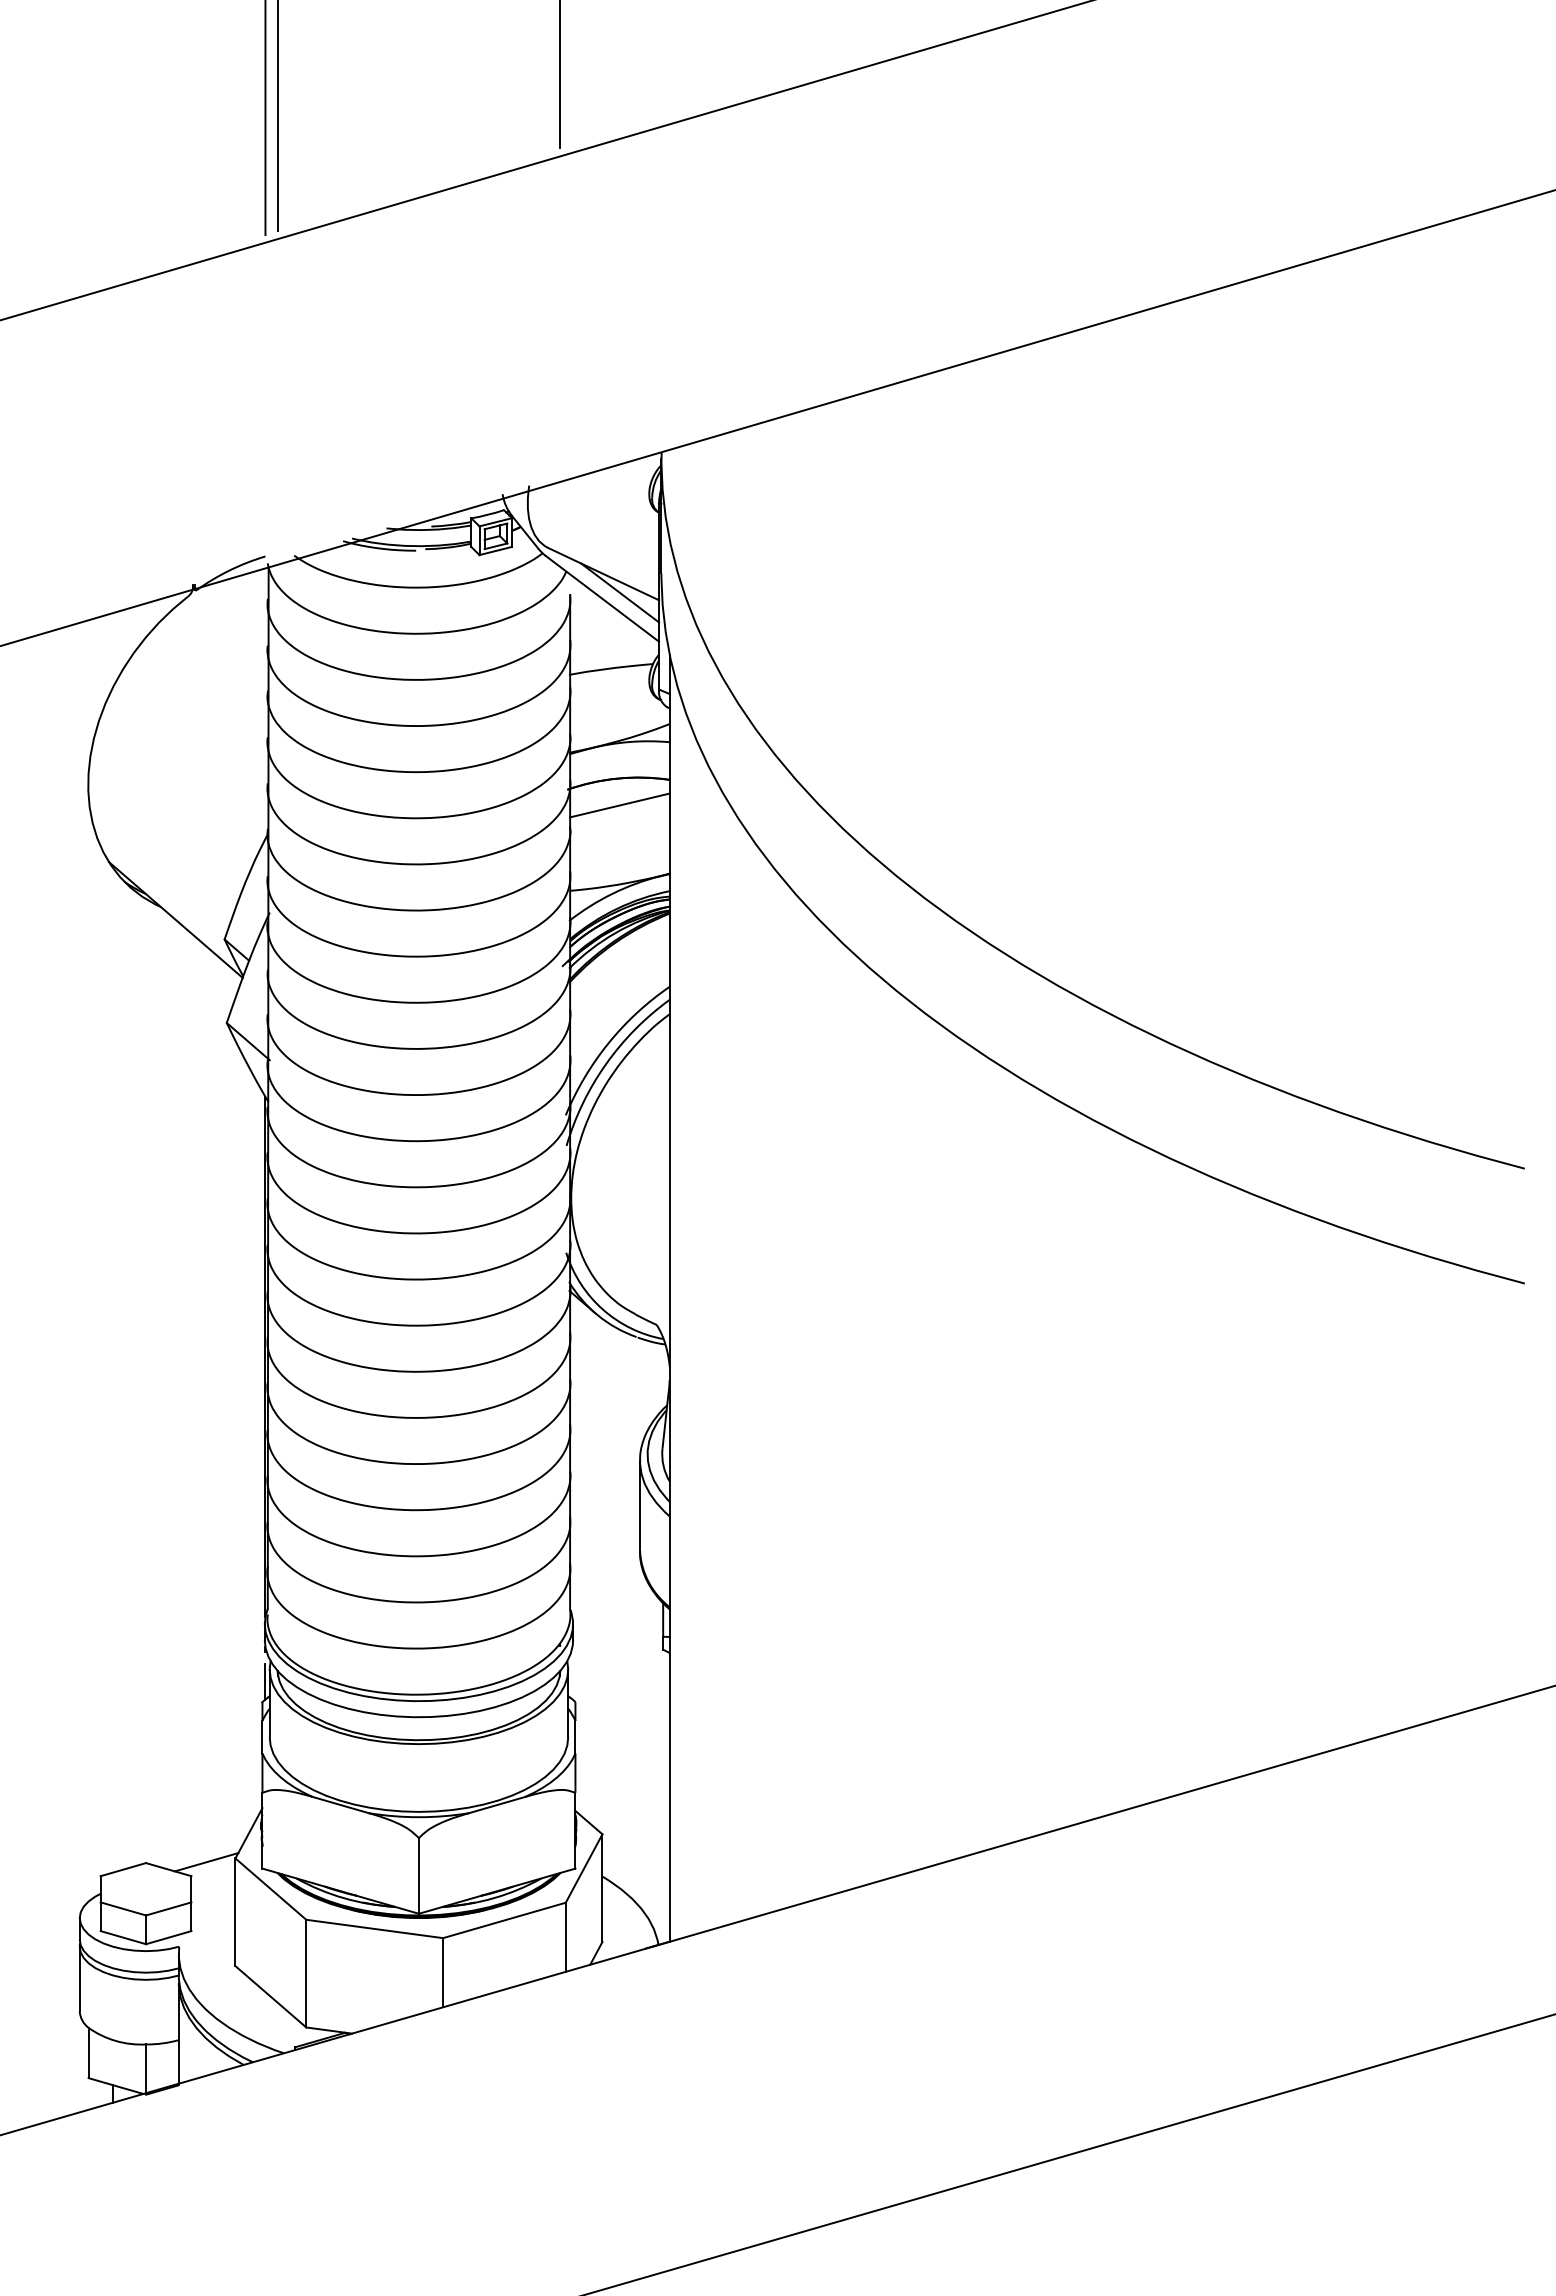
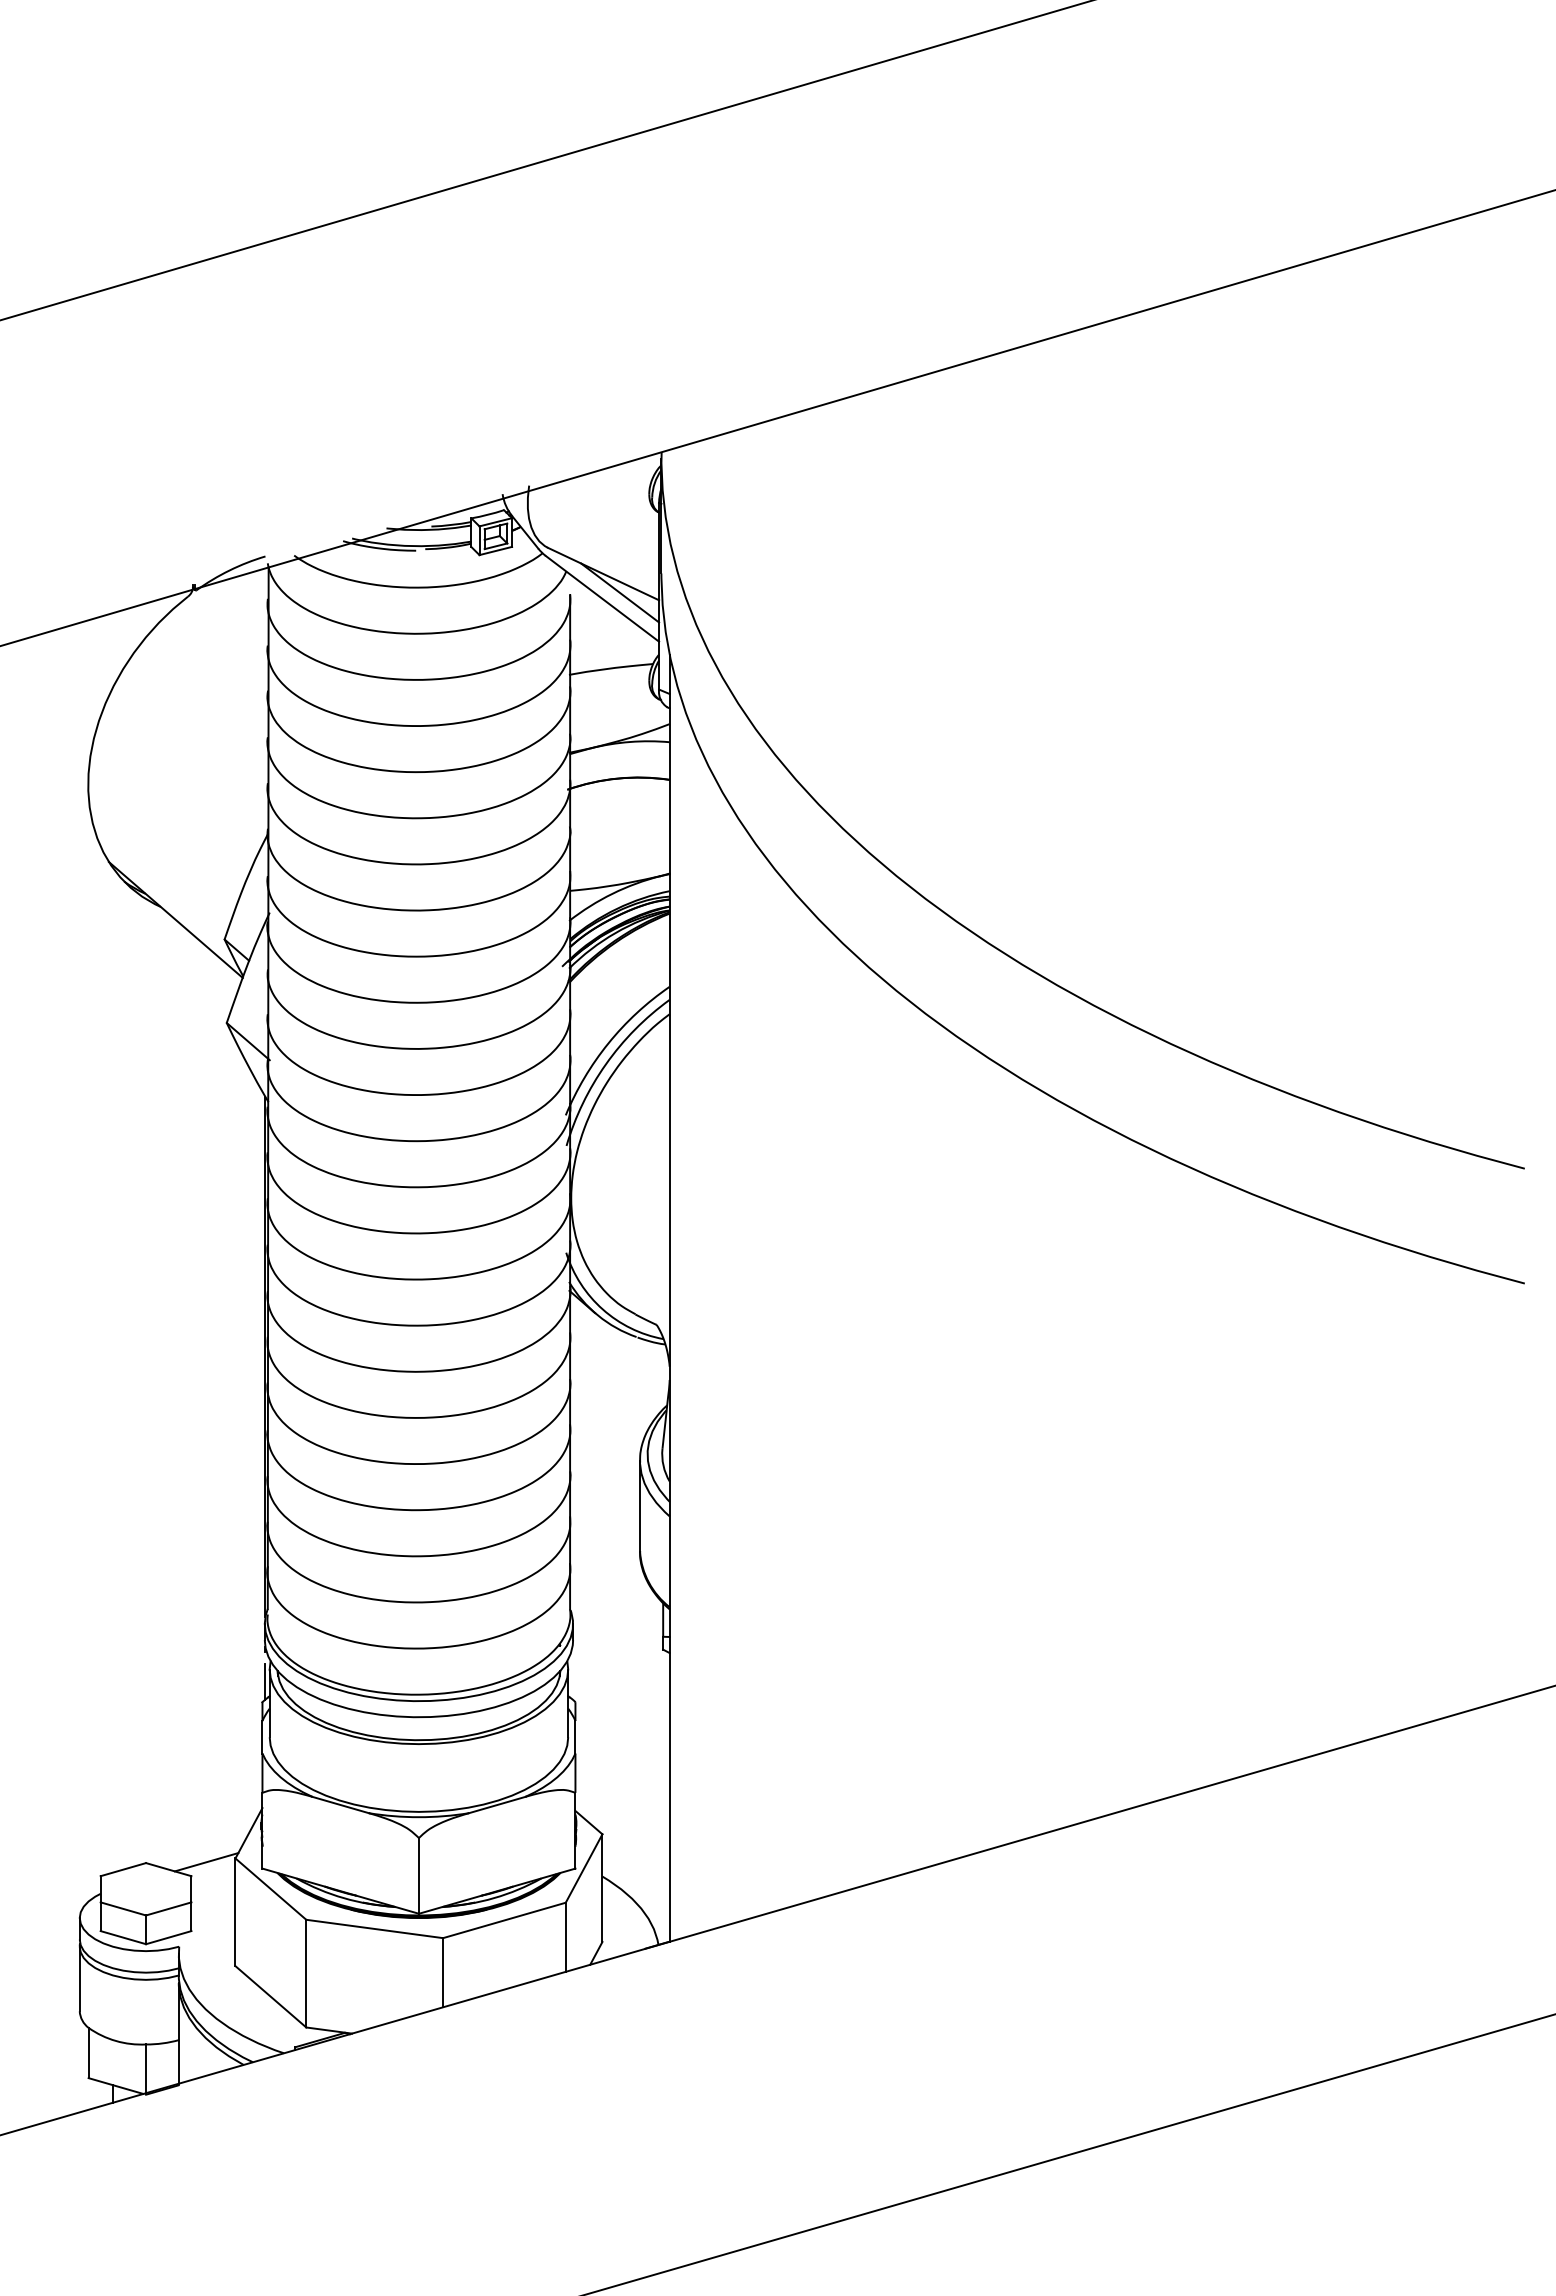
line at (559, 75): present -> none
line at (278, 116): present -> none
line at (265, 118): present -> none
line at (619, 805): present -> none
